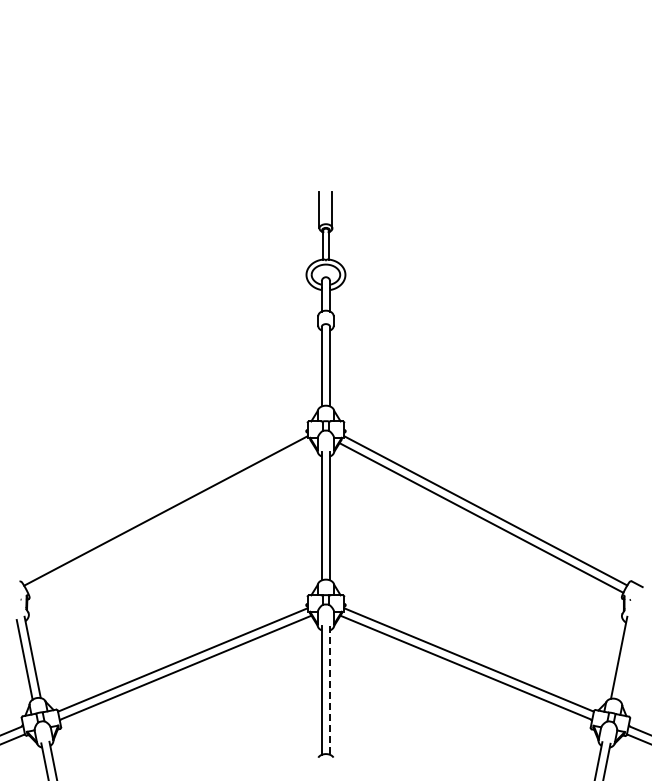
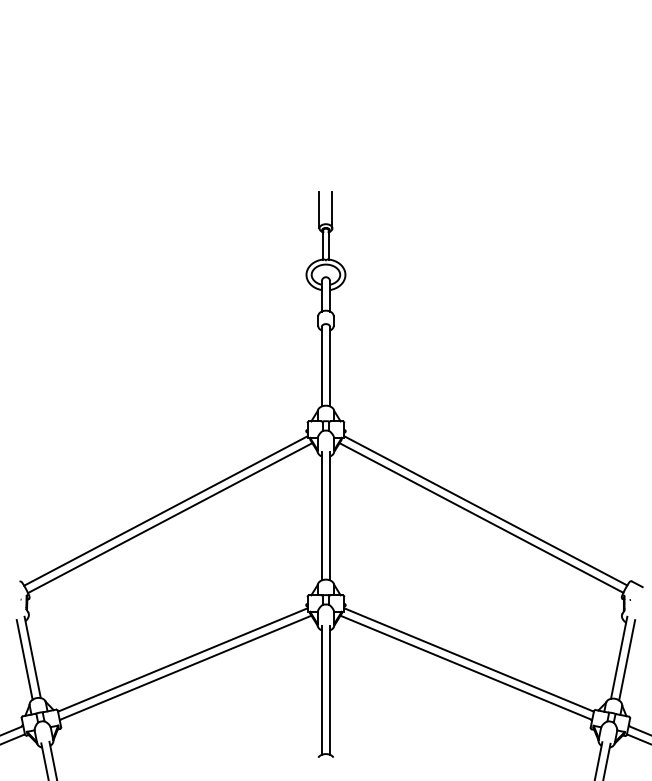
line at (170, 518): none -> present
line at (627, 660): none -> present
line at (330, 691): dashed -> solid
